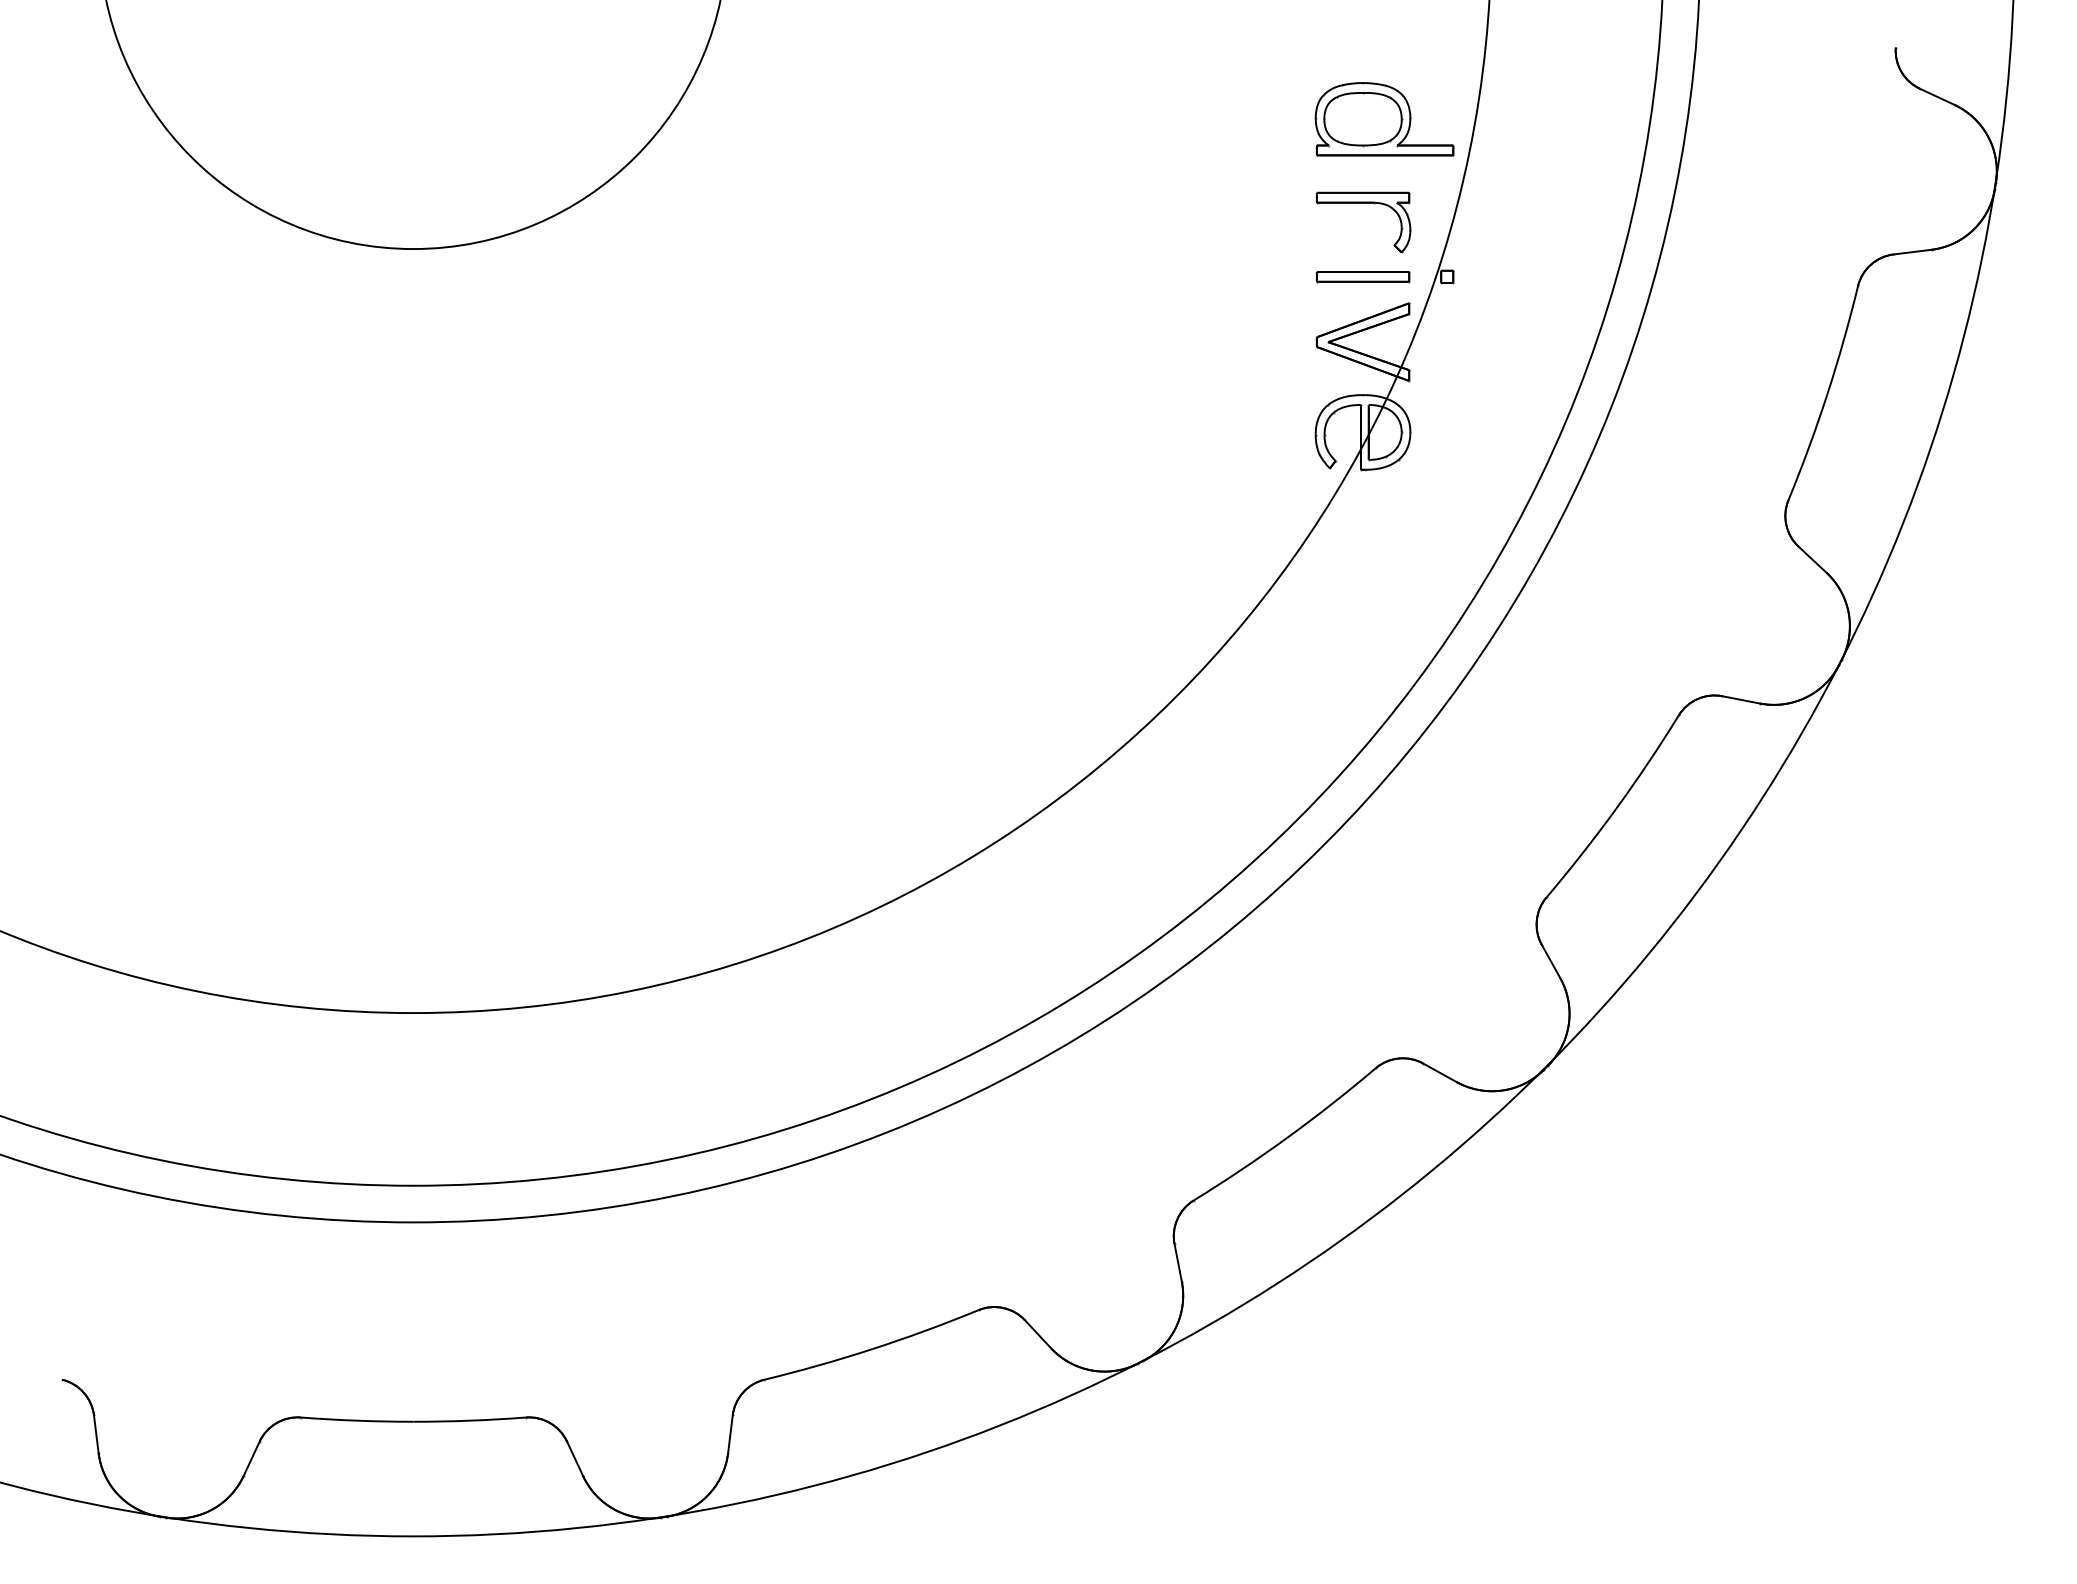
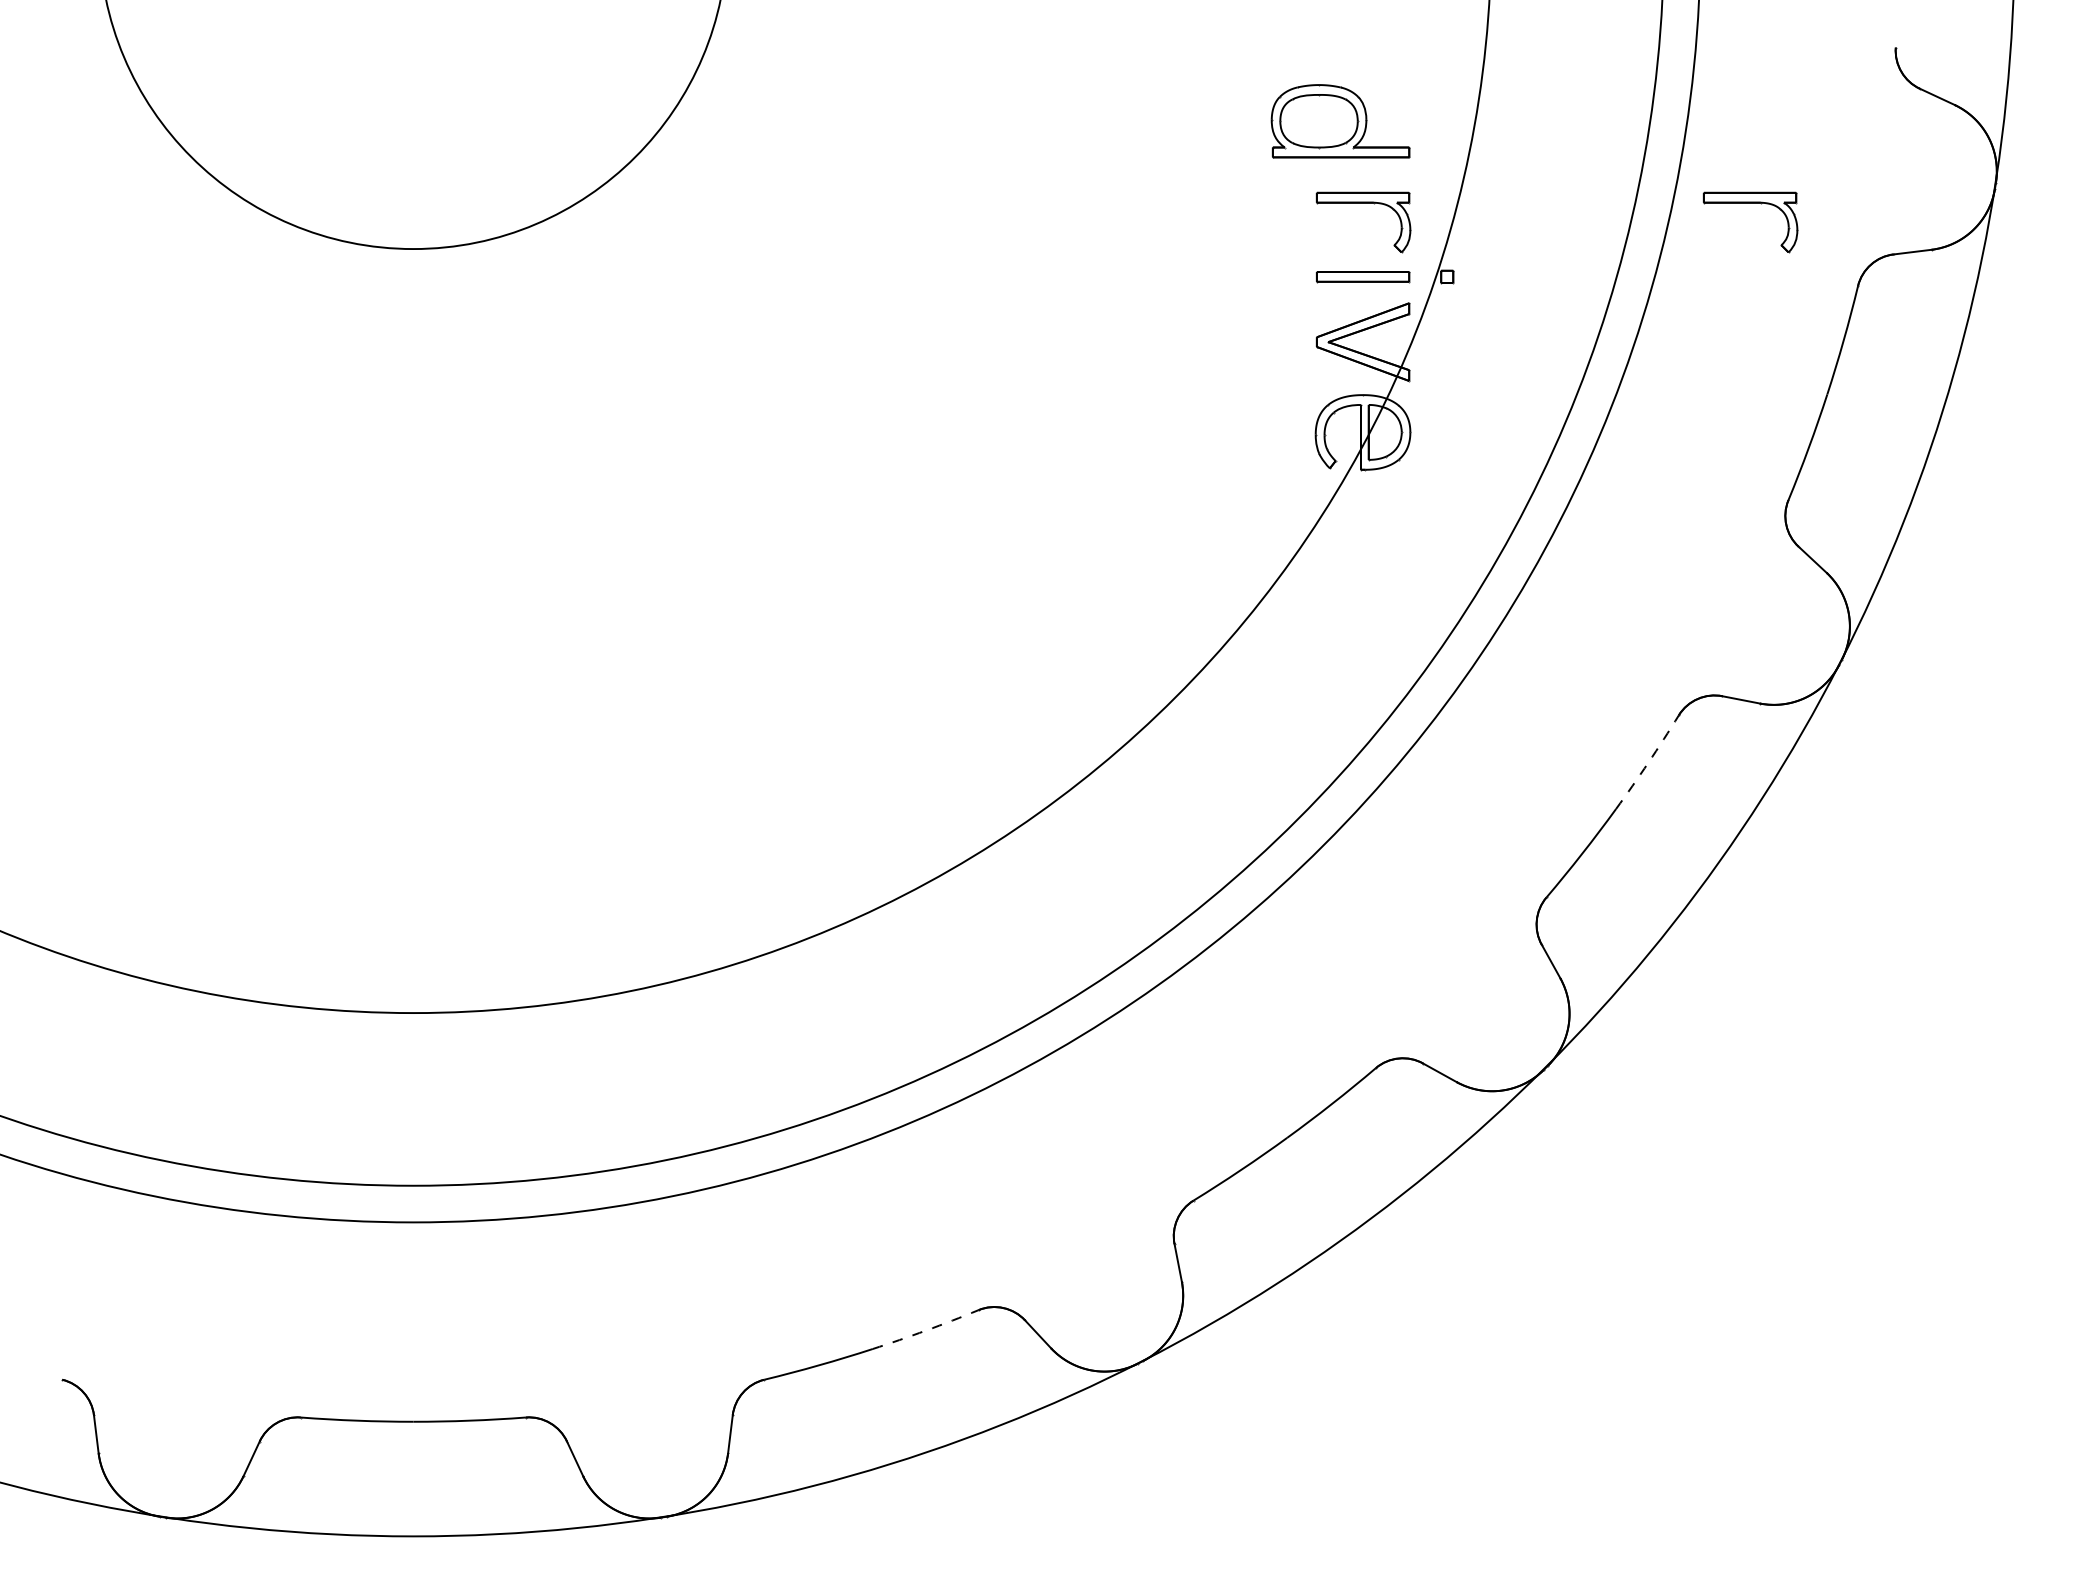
part at (1384, 119) position: (1384, 119) -> (1340, 121)
part at (1750, 203): none -> present
arc at (1648, 762): solid -> dashed
arc at (926, 1330): solid -> dashed
